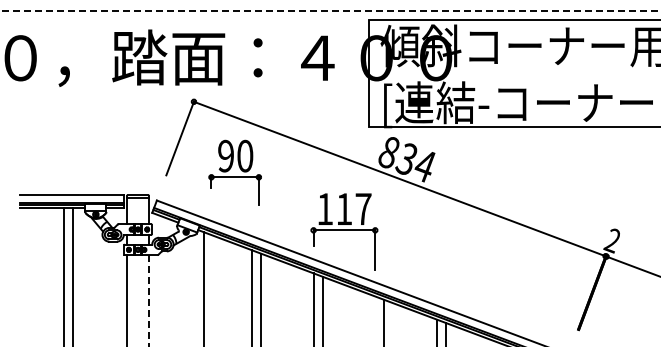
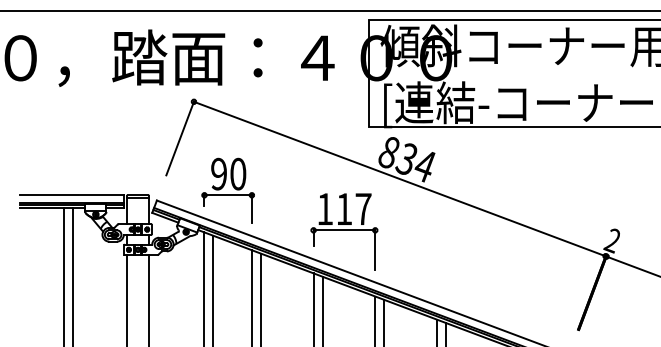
line at (330, 10): dashed -> solid
part at (234, 172) position: (234, 172) -> (227, 190)
line at (213, 289): none -> present
line at (148, 301): dashed -> solid
line at (375, 319): none -> present
